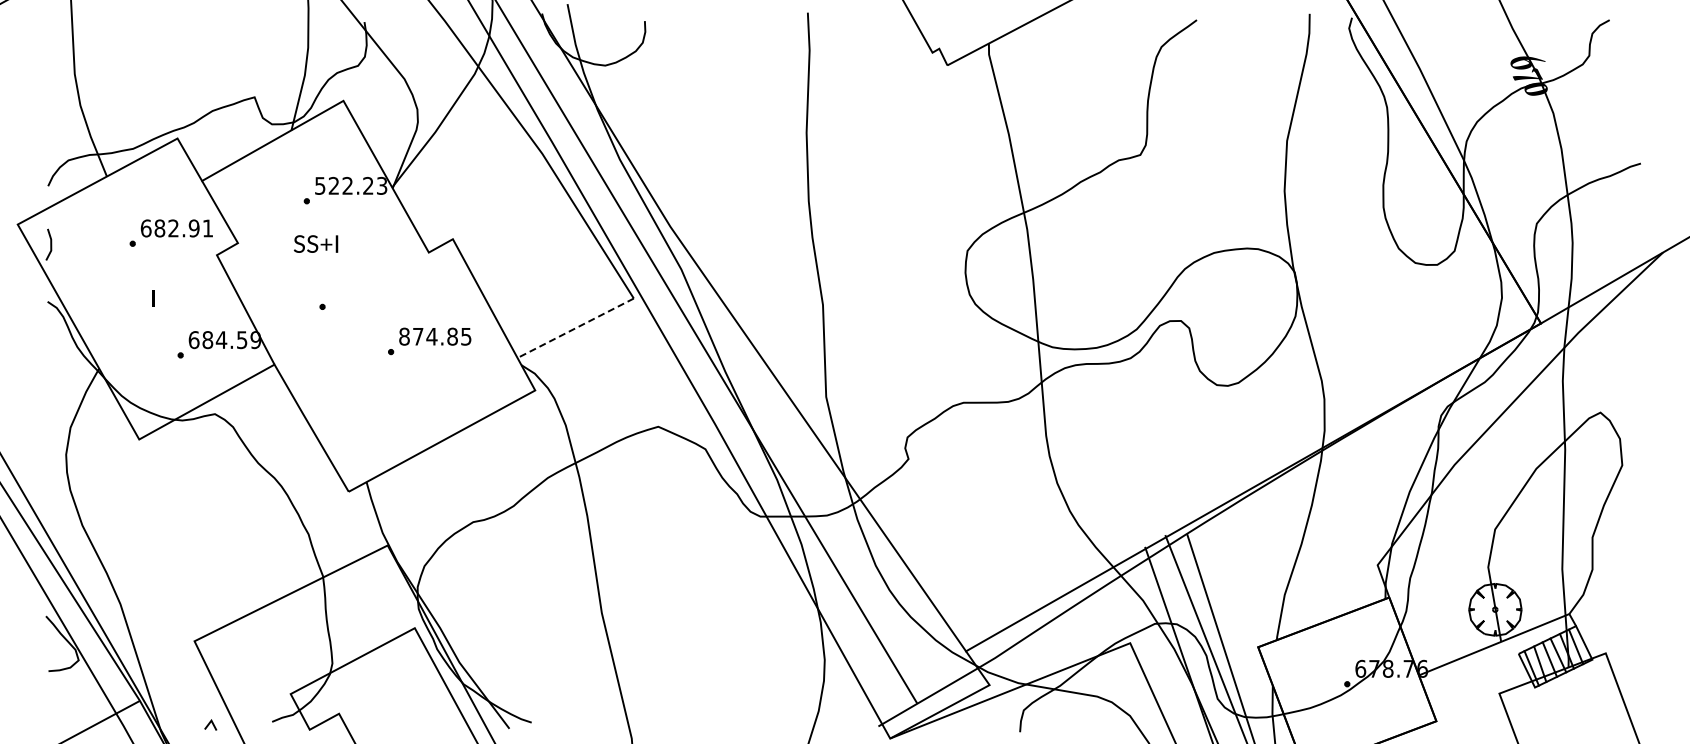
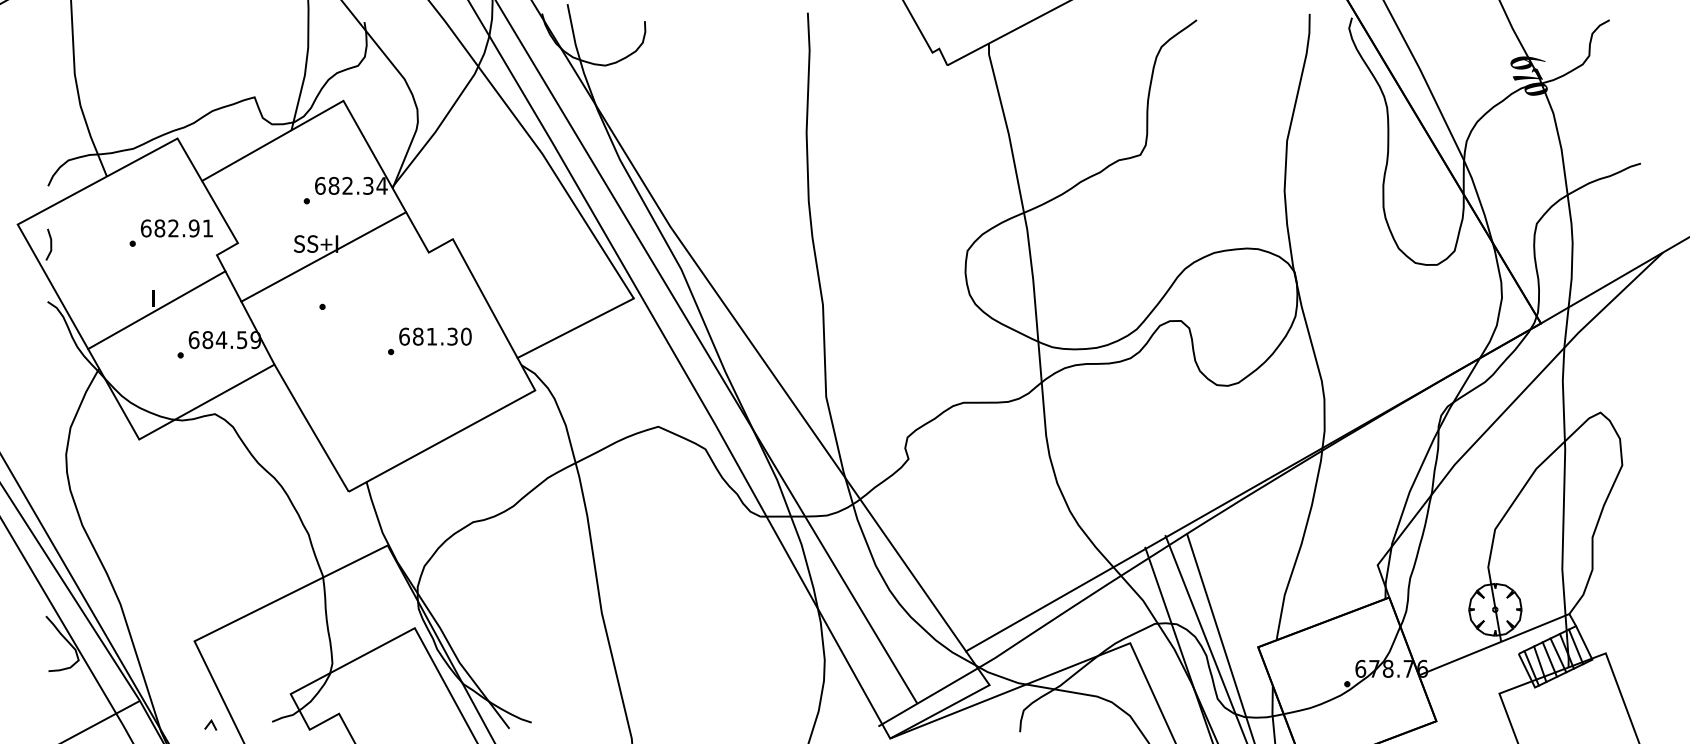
text at (351, 185): 522.23 -> 682.34
line at (323, 256): none -> present
line at (156, 310): none -> present
line at (575, 328): dashed -> solid
text at (435, 336): 874.85 -> 681.30
